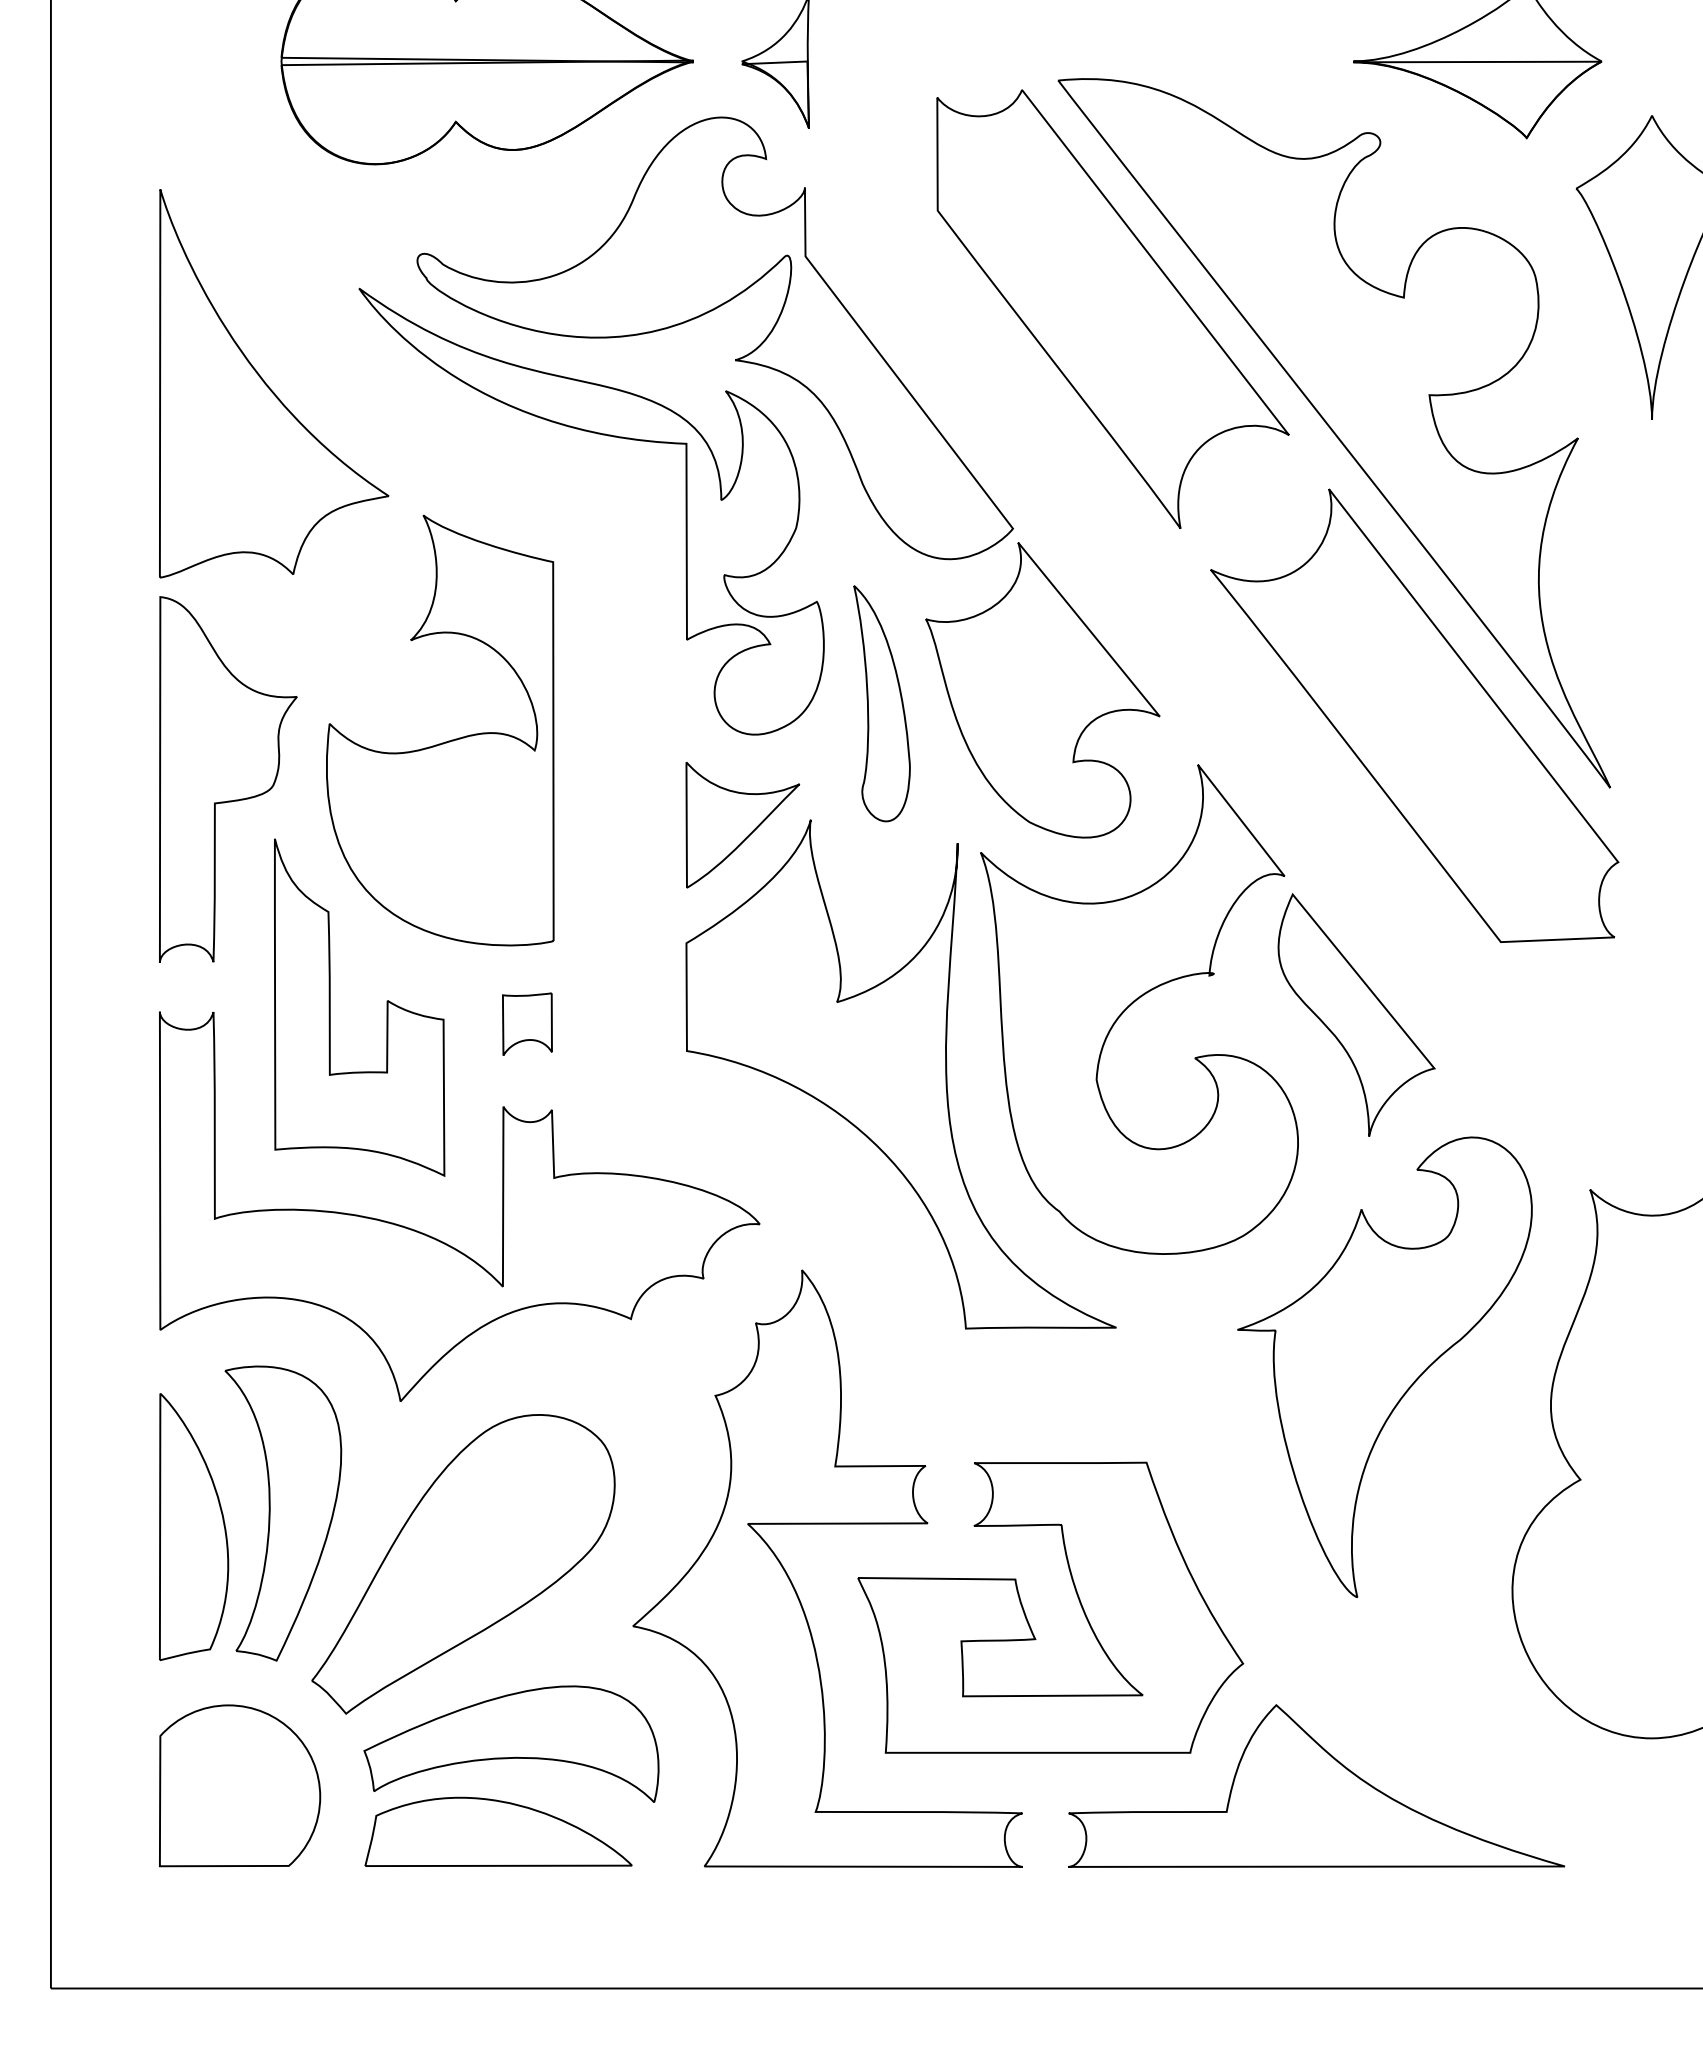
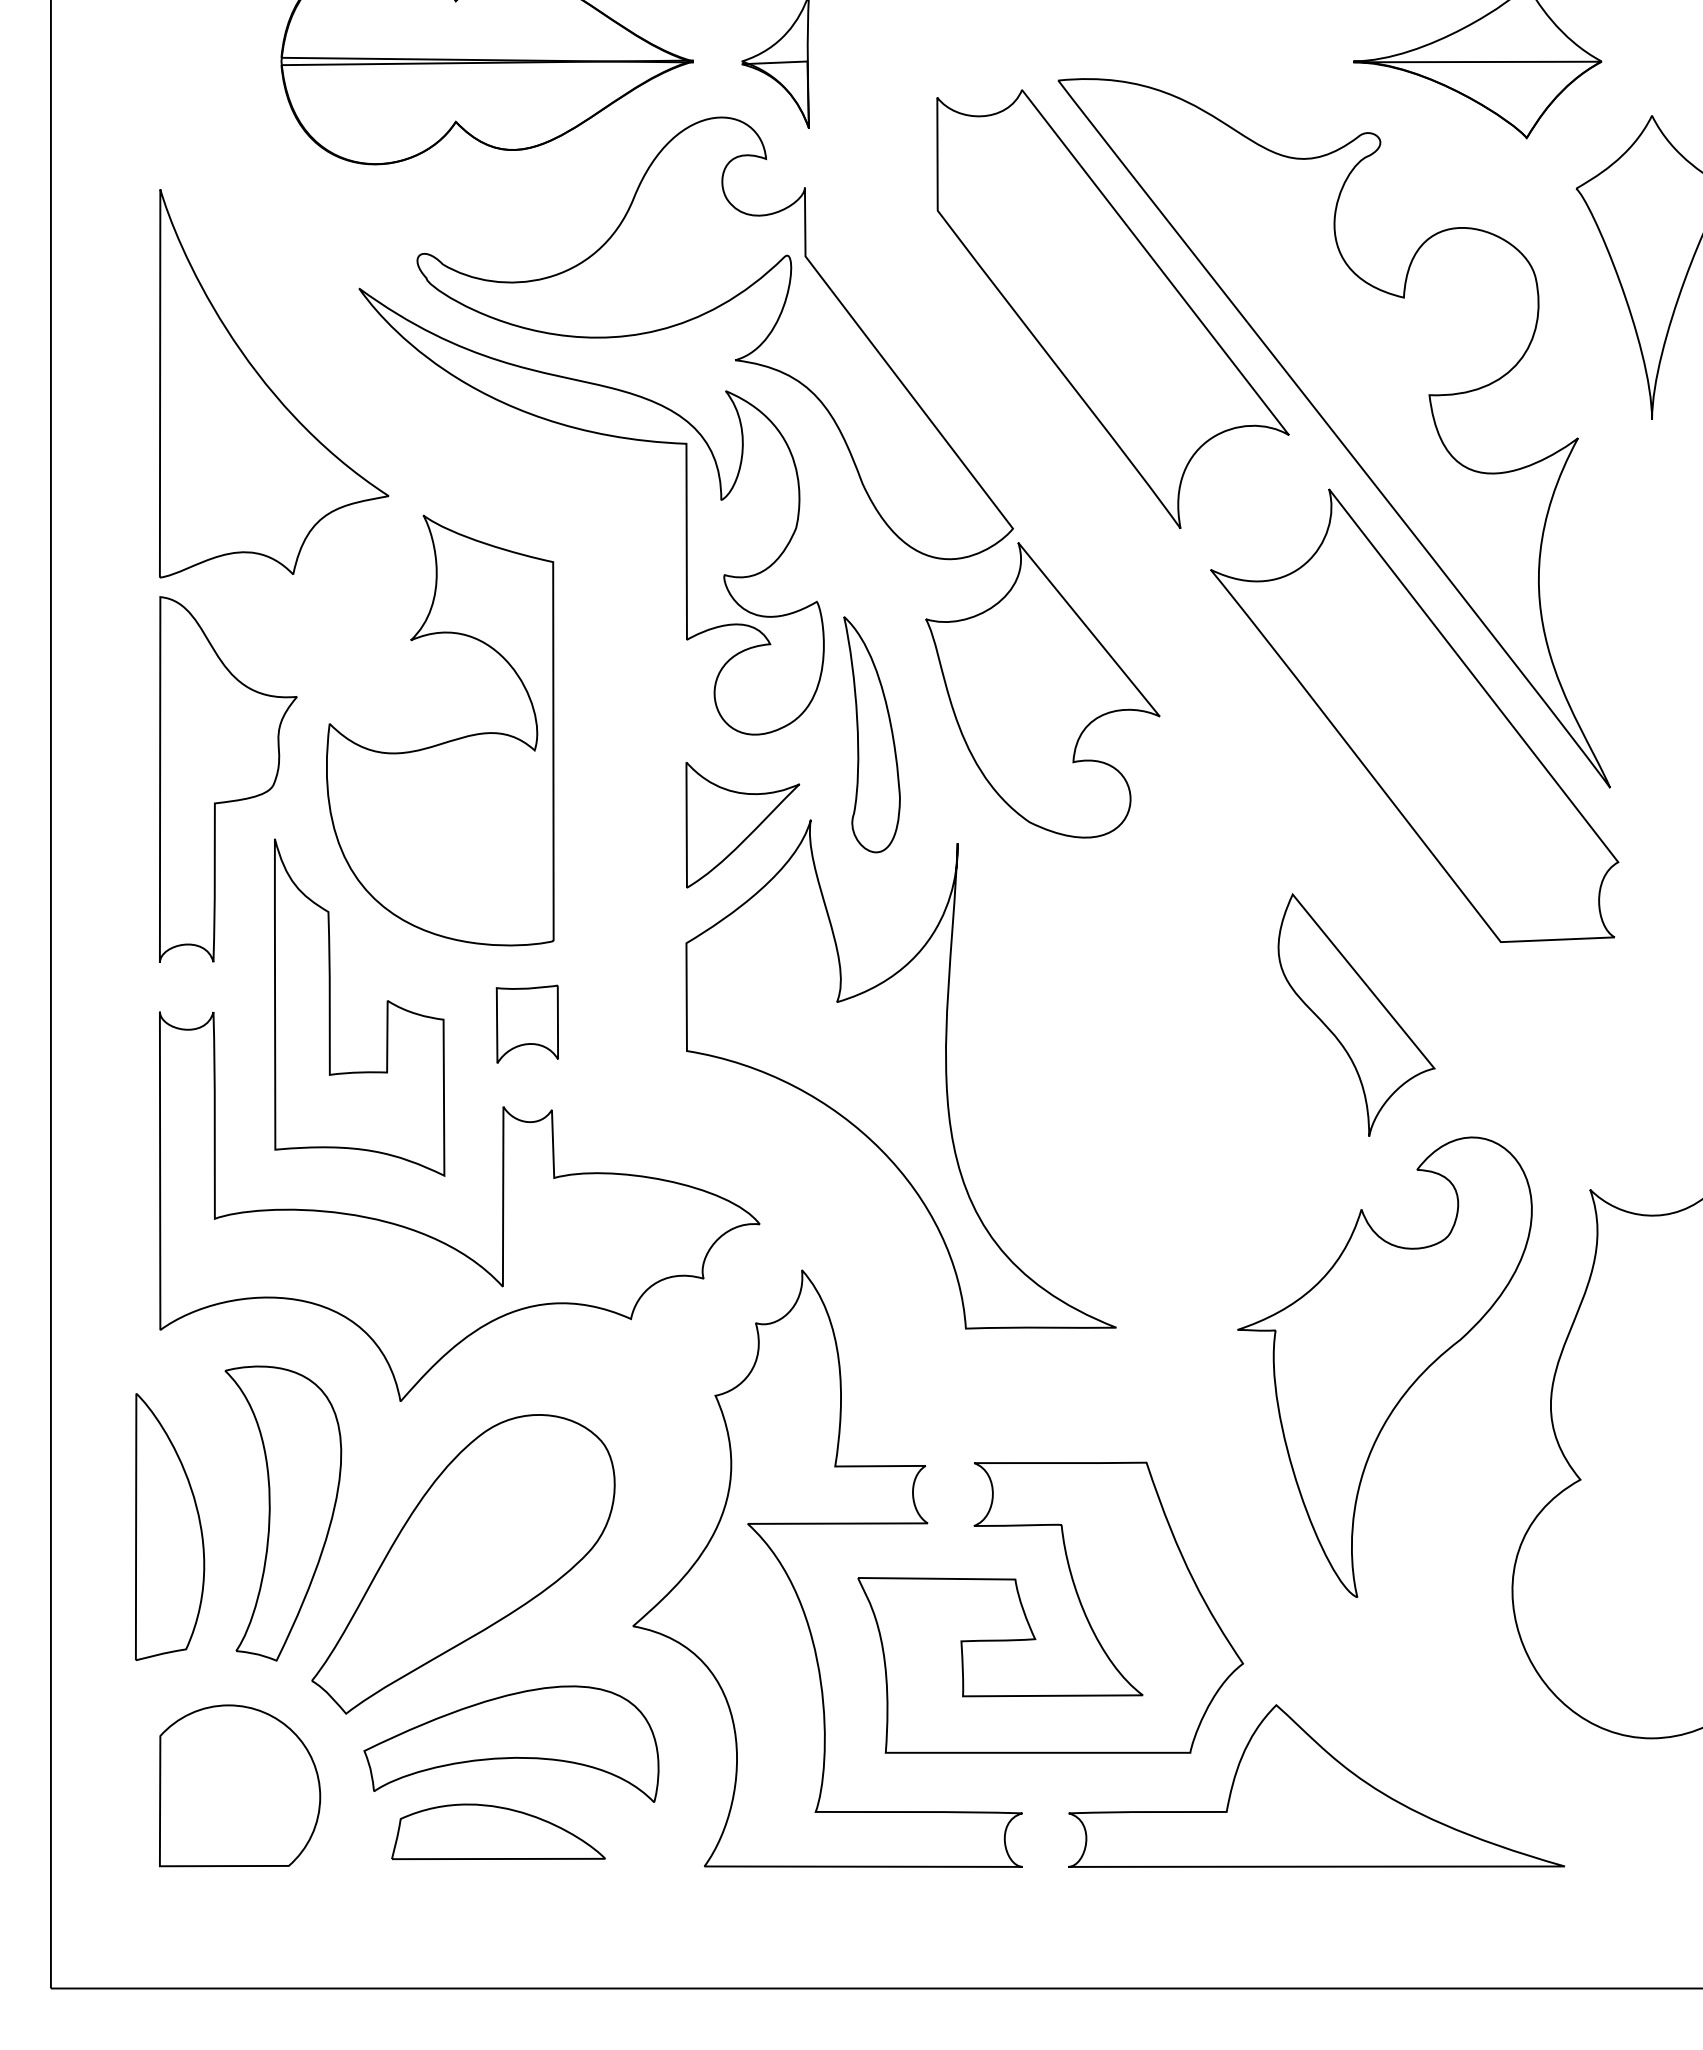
part at (881, 703) position: (881, 703) -> (871, 734)
part at (1133, 1003): present -> none
part at (527, 1023) size: 51x64 px -> 64x80 px
part at (194, 1527) position: (194, 1527) -> (170, 1527)
part at (498, 1831) size: 269x71 px -> 215x58 px
